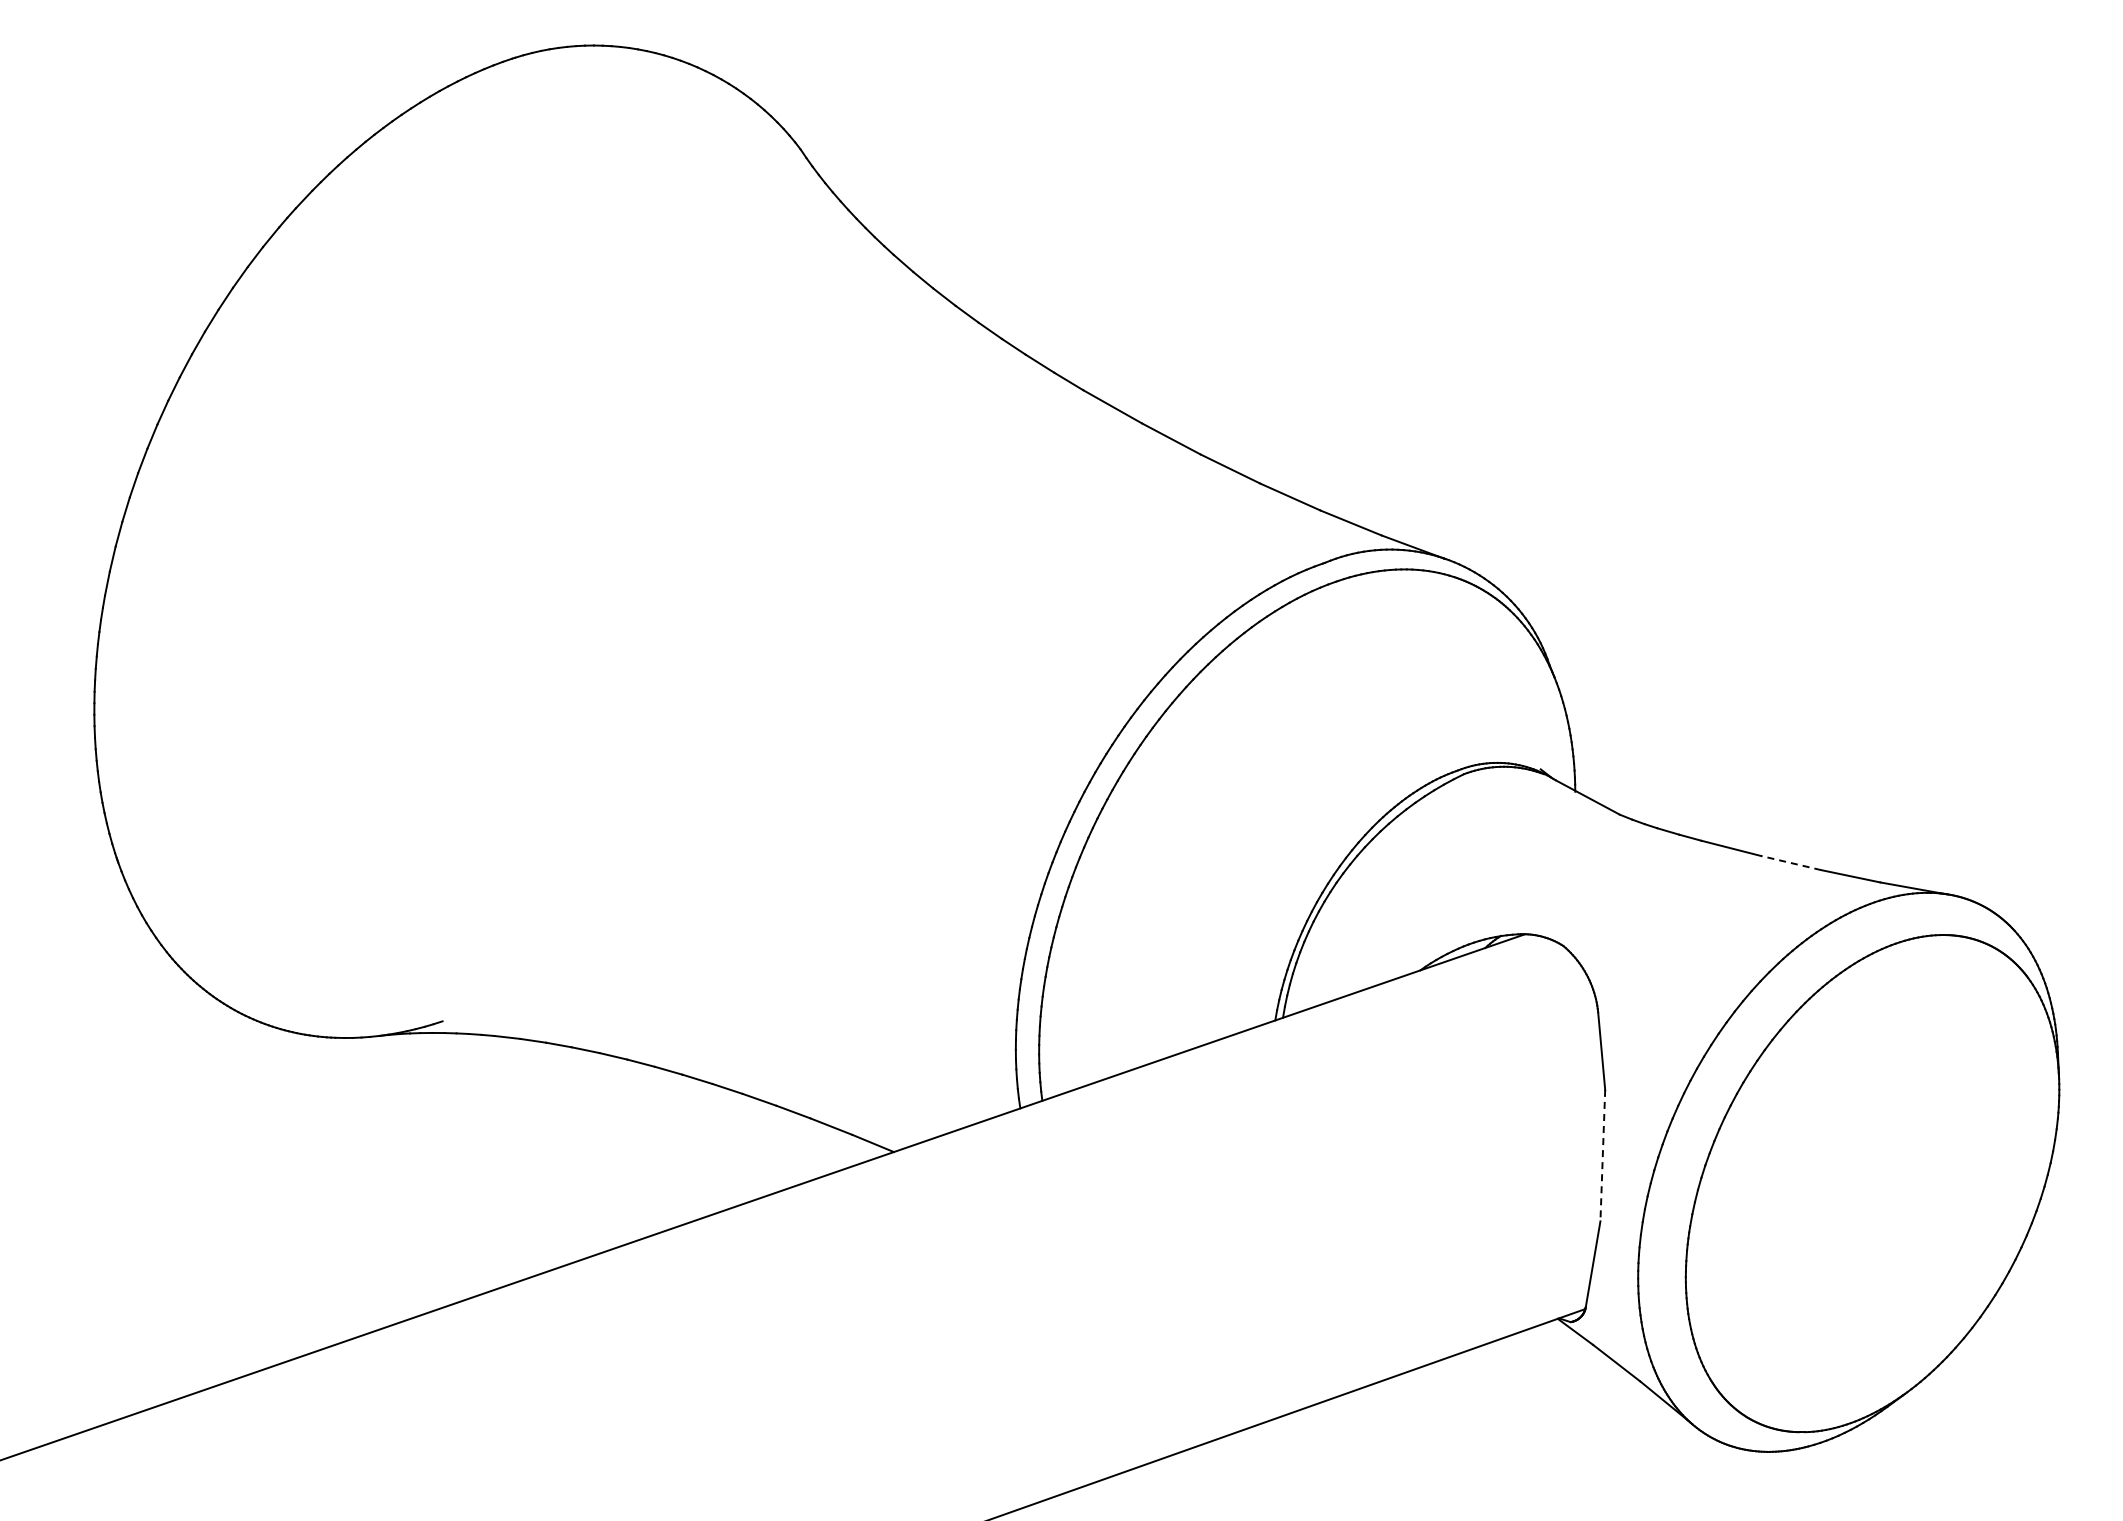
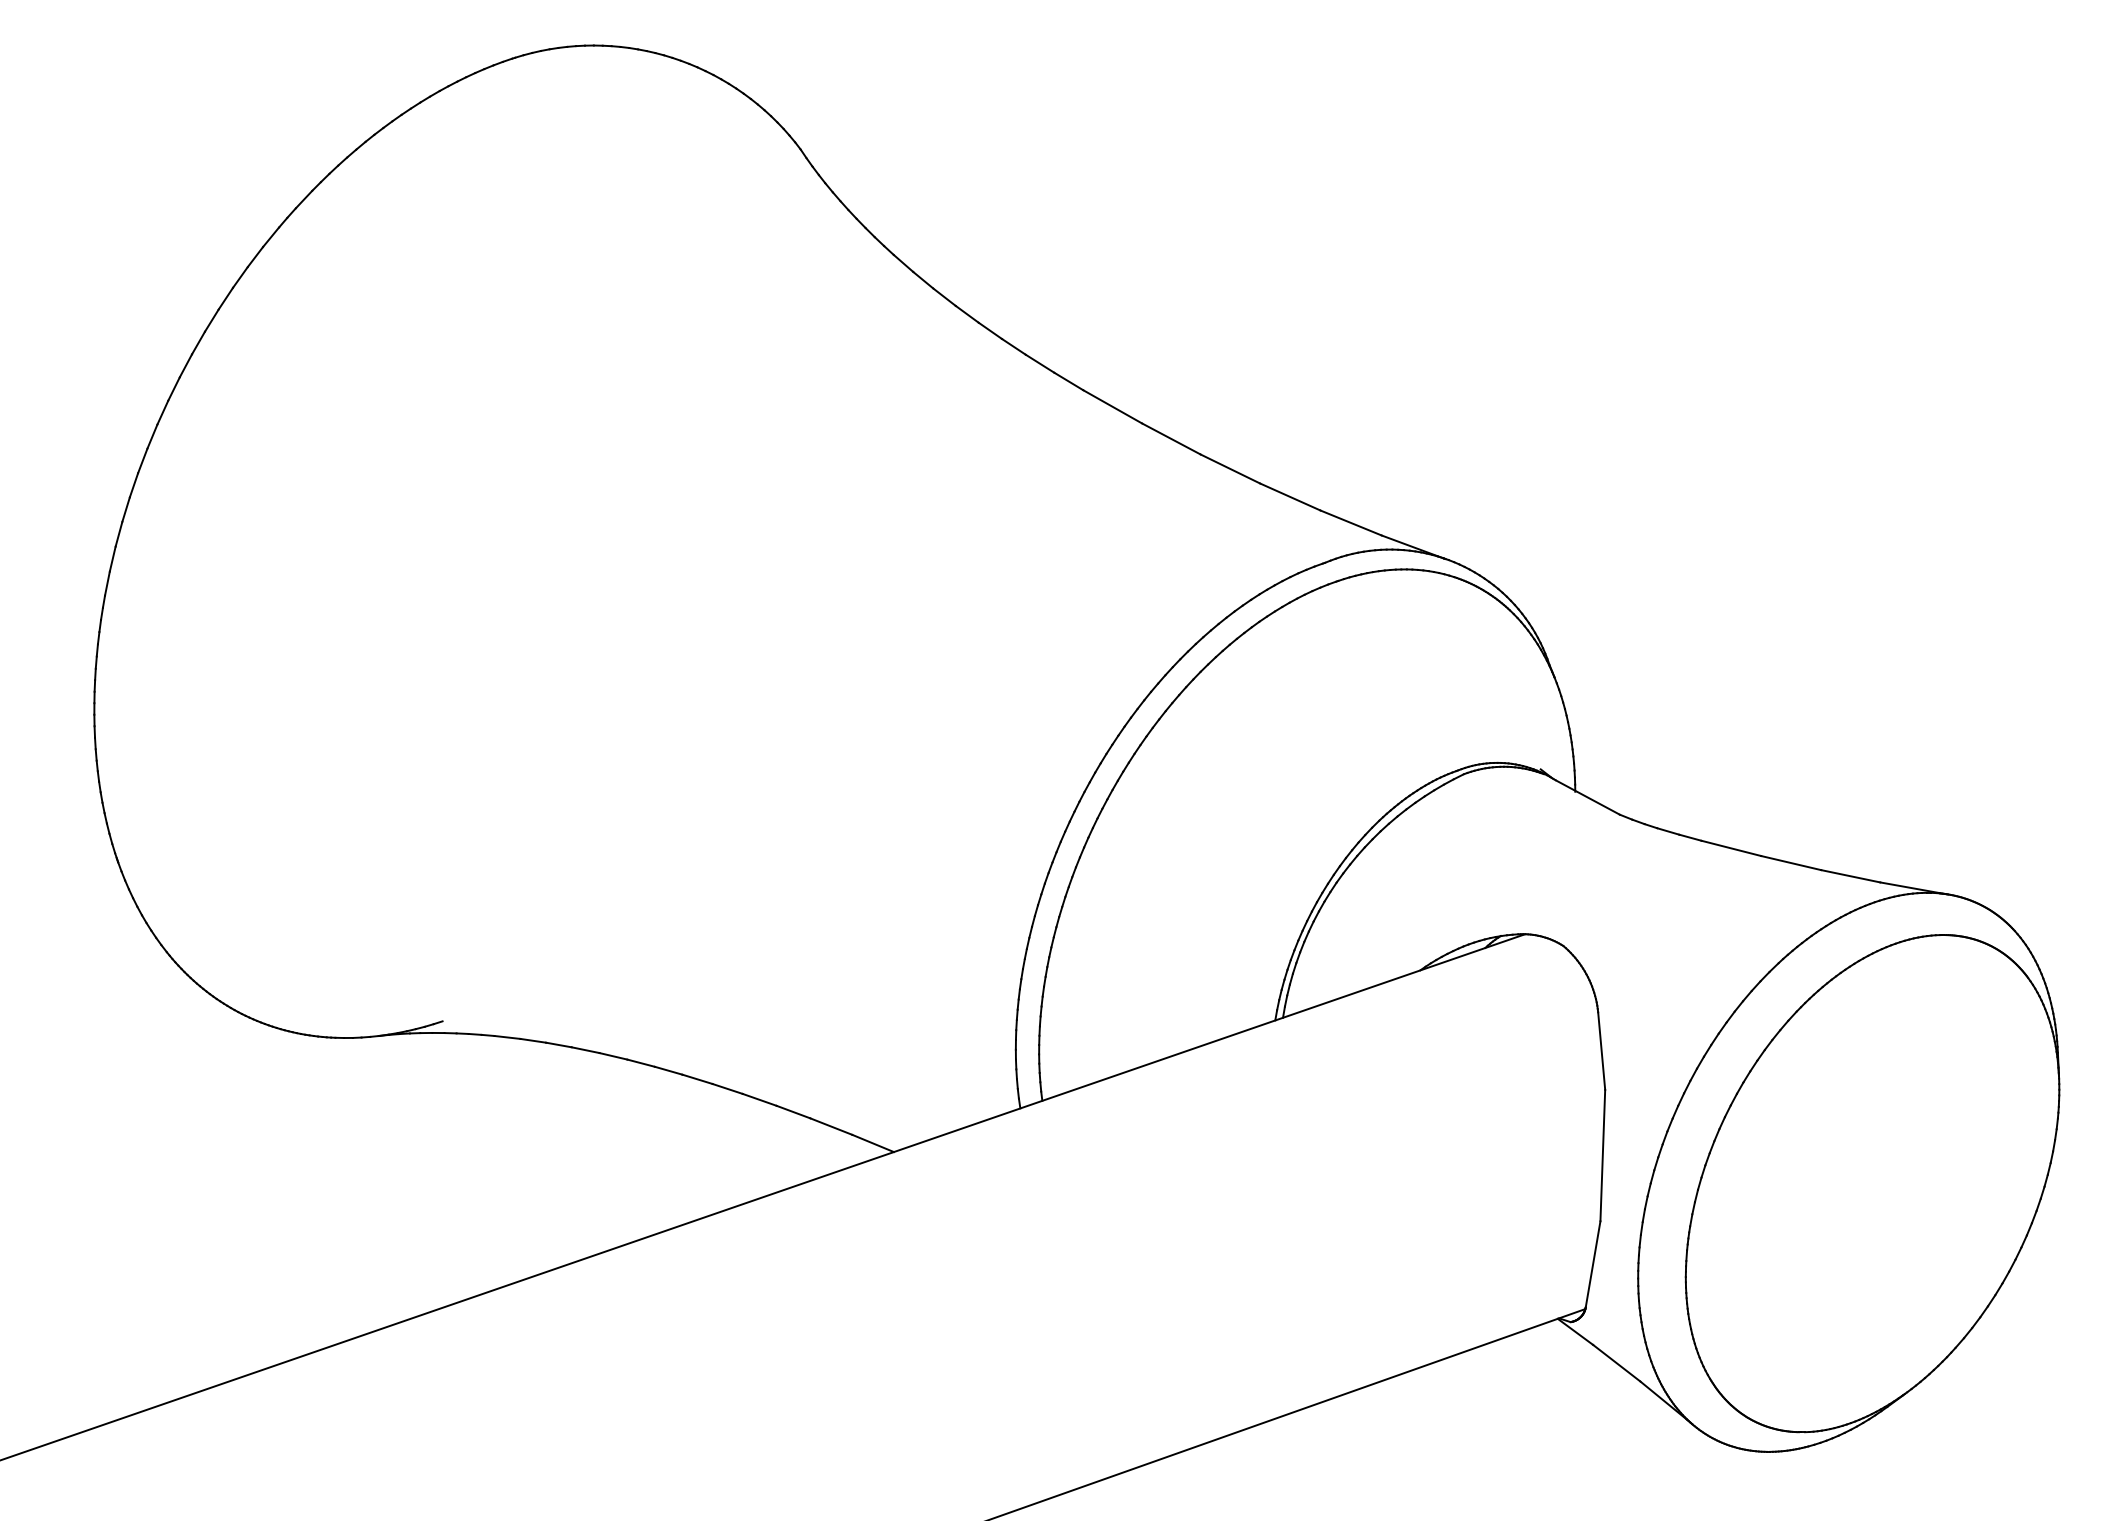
line at (1791, 863): dashed -> solid
line at (1602, 1155): dashed -> solid
